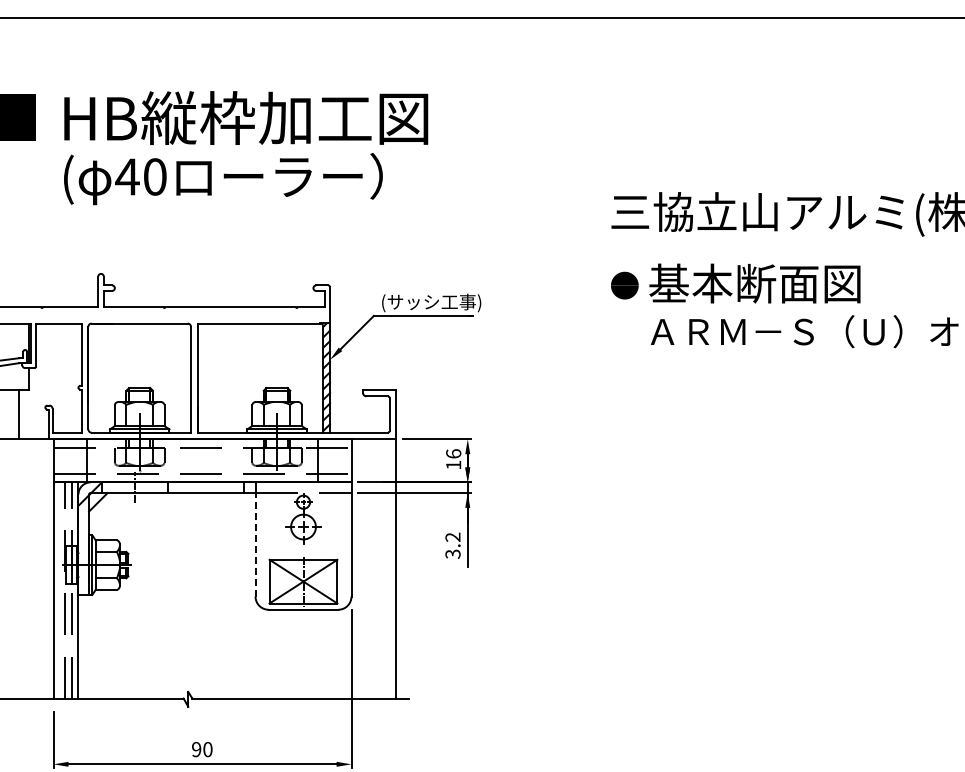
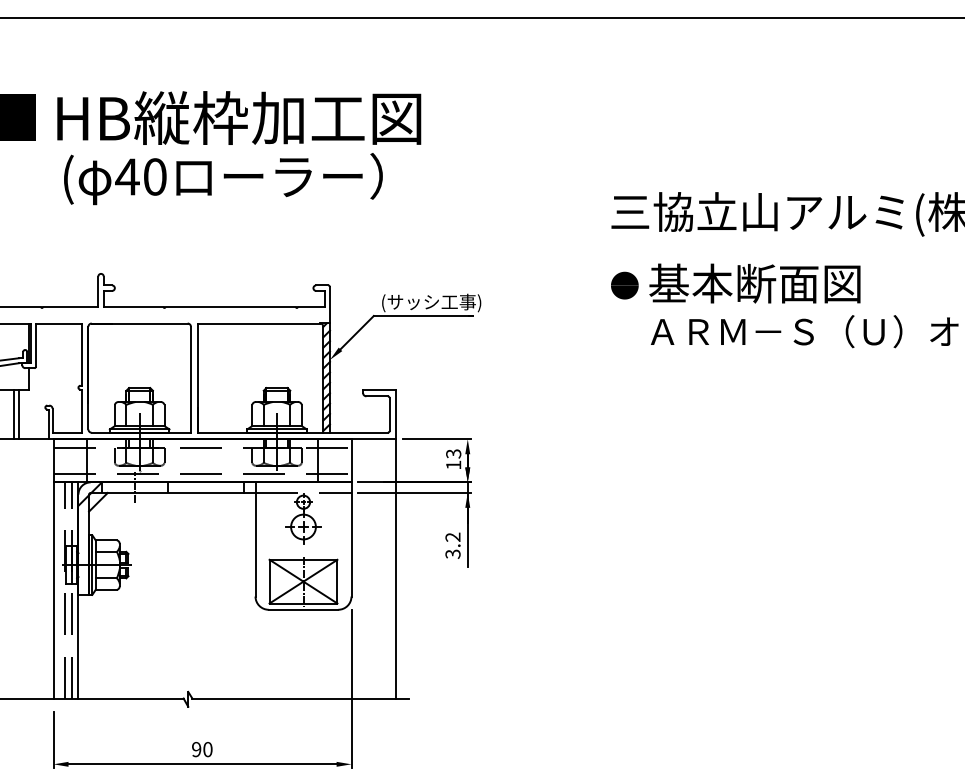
text at (246, 117) position: (246, 117) -> (239, 117)
line at (13, 414): none -> present
text at (453, 453): 16 -> 13
line at (255, 544): dashed -> solid
